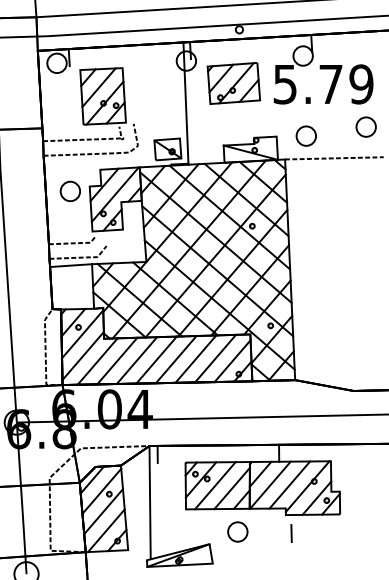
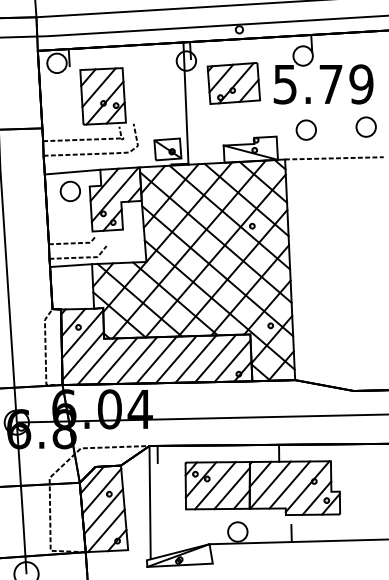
part at (305, 135) position: (305, 135) -> (305, 129)
line at (72, 171): none -> present
line at (297, 541): none -> present
